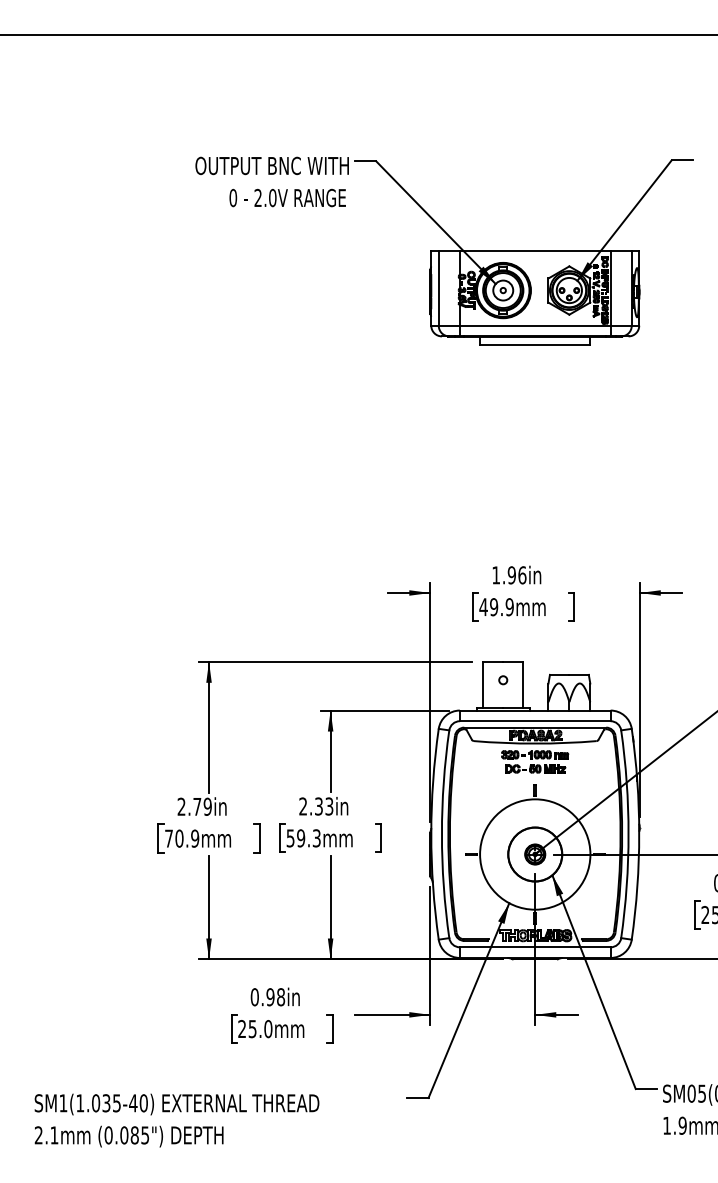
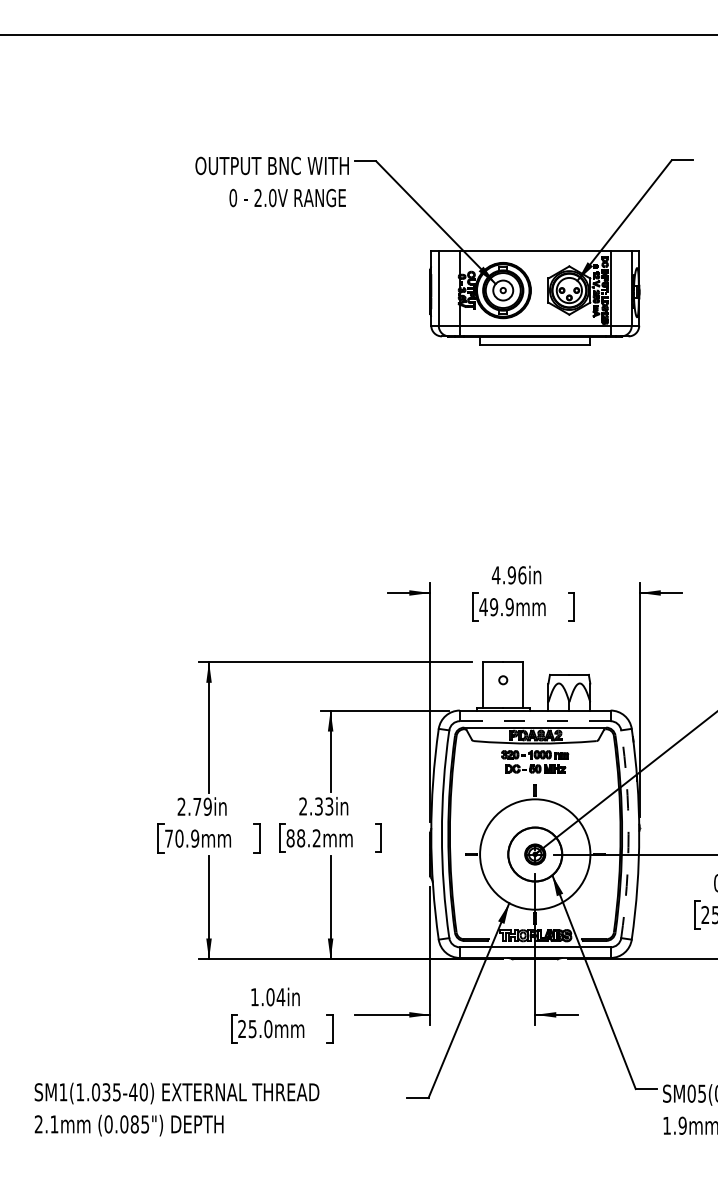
text at (495, 575): 1.96in -> 4.96in
line at (534, 721): solid -> dashed
arc at (628, 834): solid -> dashed
text at (303, 838): 59.3mm -> 88.2mm
text at (267, 997): 0.98in -> 1.04in
text at (176, 1120) position: (176, 1120) -> (176, 1109)
